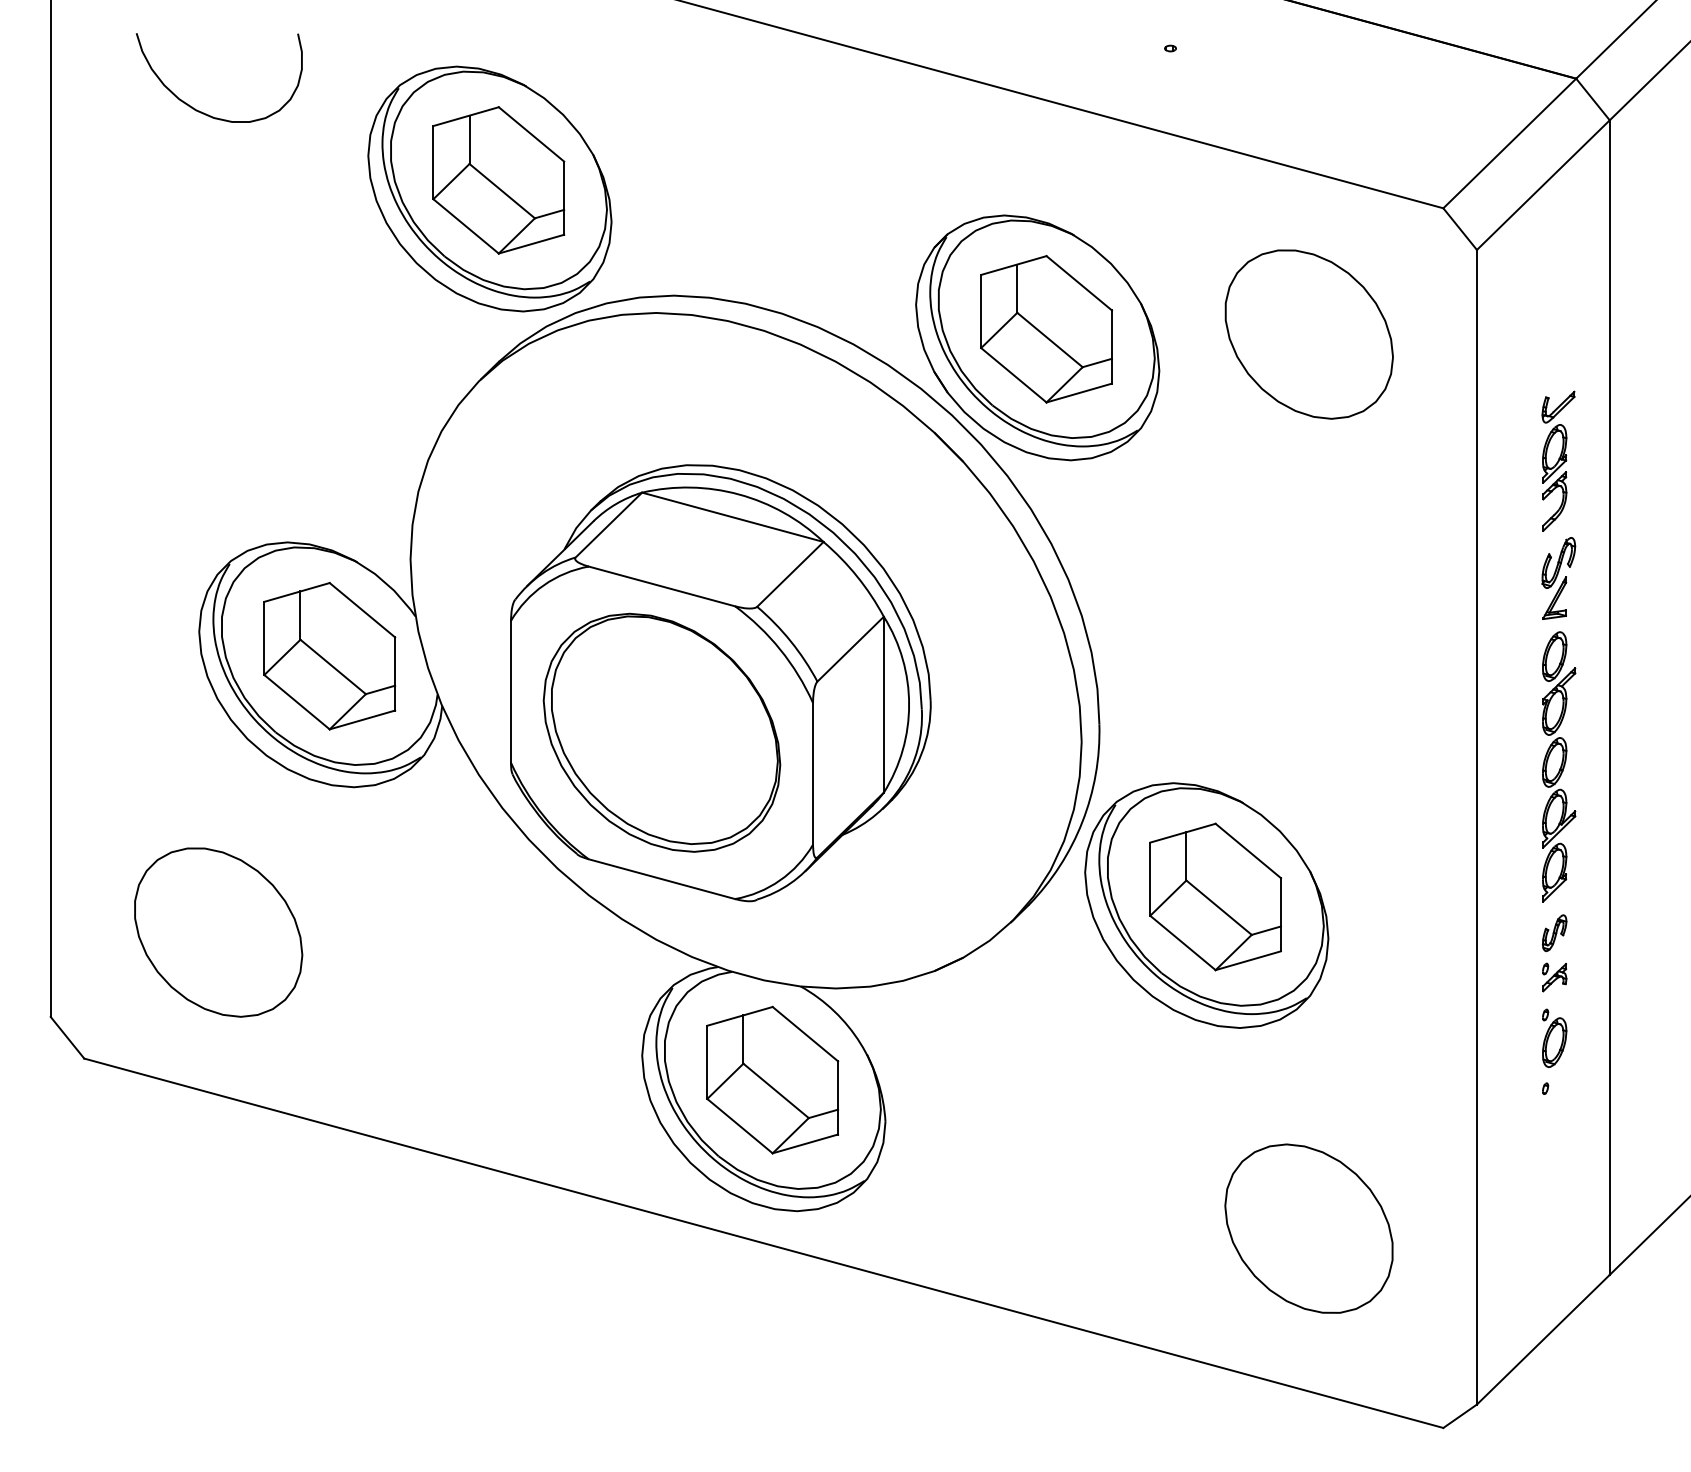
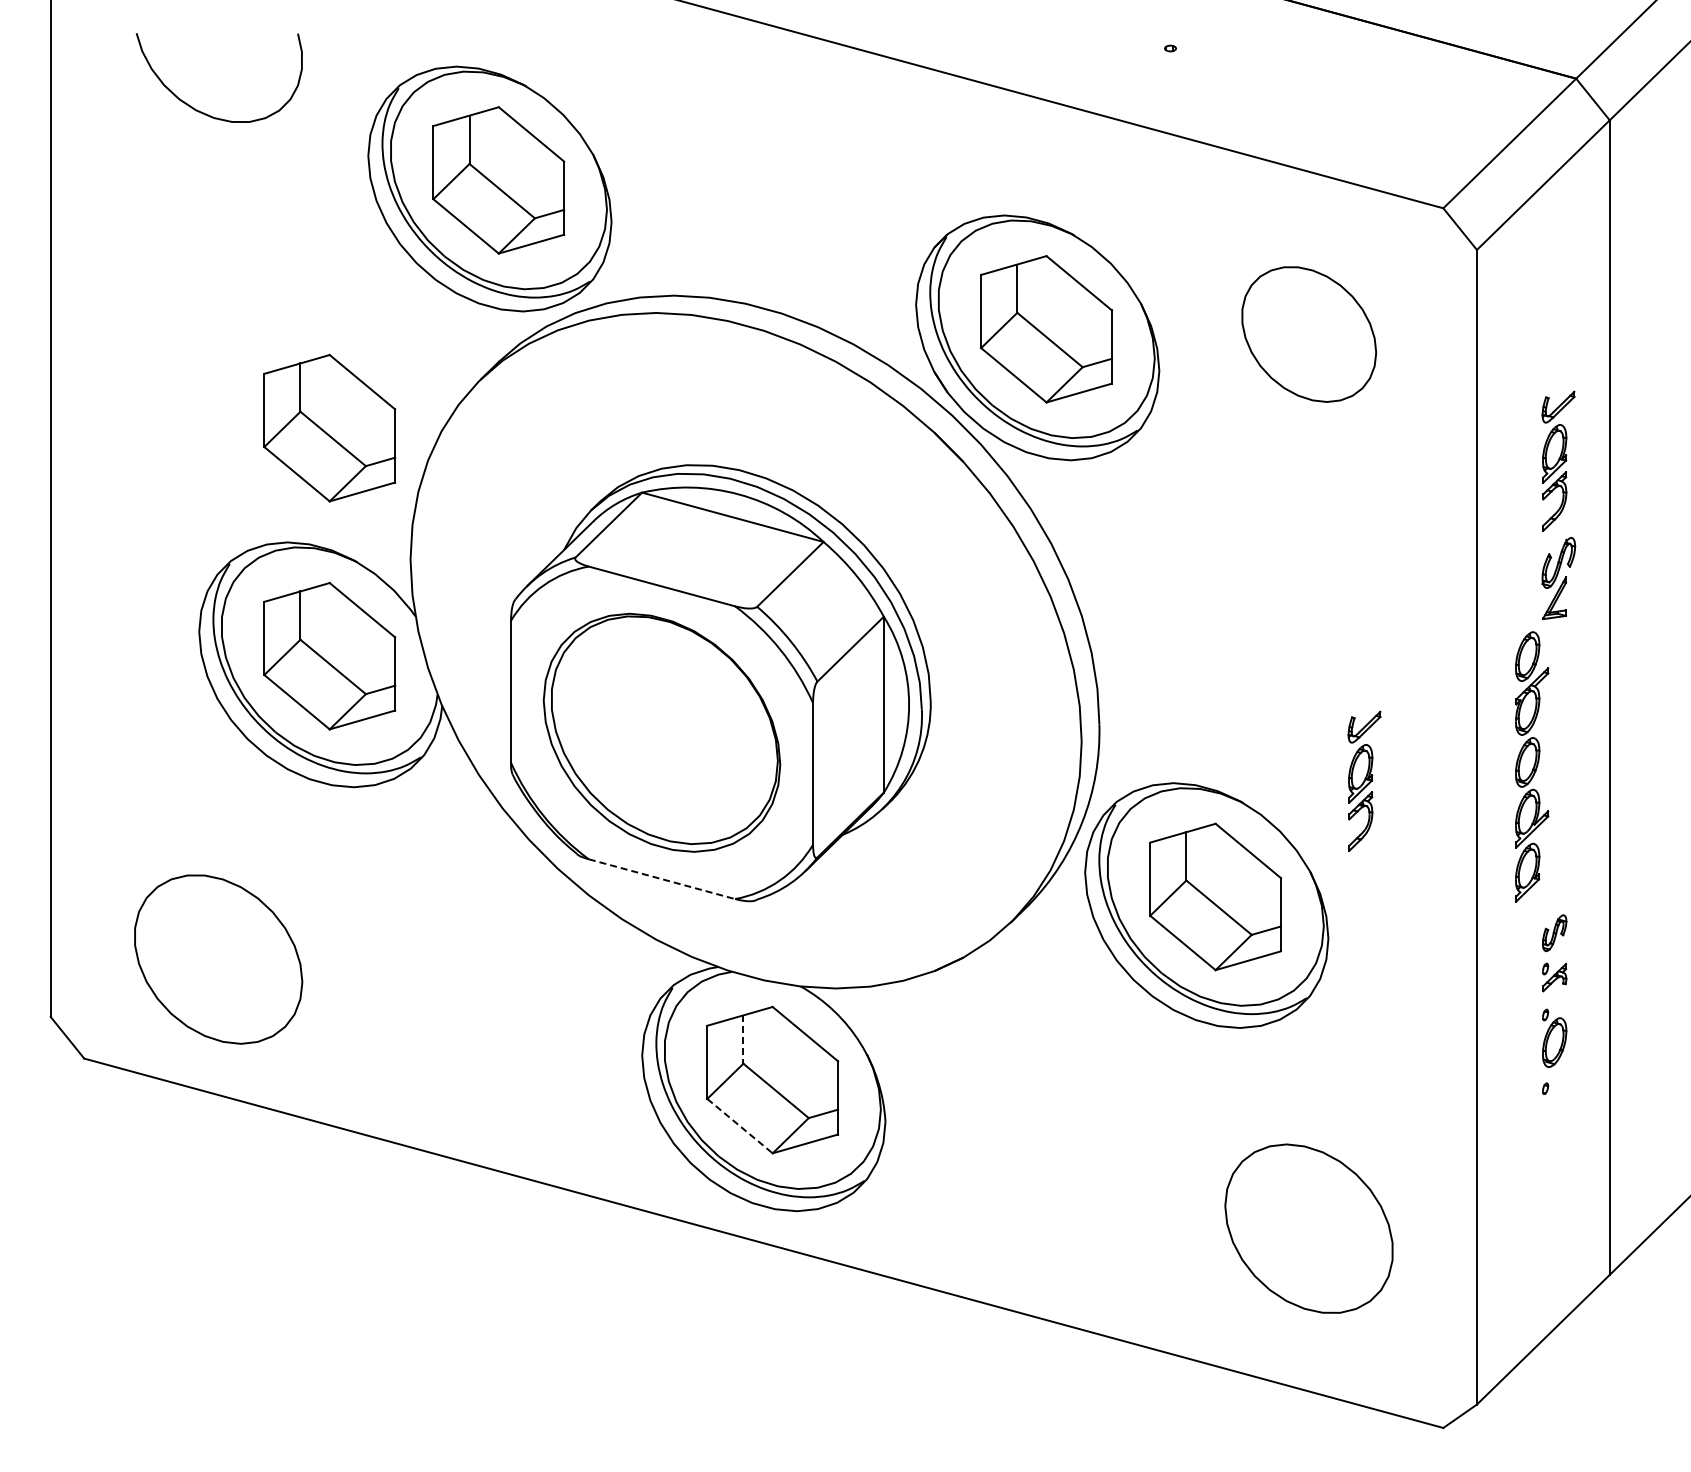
part at (1308, 334) size: 170x171 px -> 137x137 px
part at (329, 428): none -> present
part at (1559, 766) position: (1559, 766) -> (1532, 766)
part at (1364, 780): none -> present
line at (662, 879): solid -> dashed
part at (218, 932) position: (218, 932) -> (218, 959)
line at (743, 1040): solid -> dashed
line at (739, 1126): solid -> dashed
